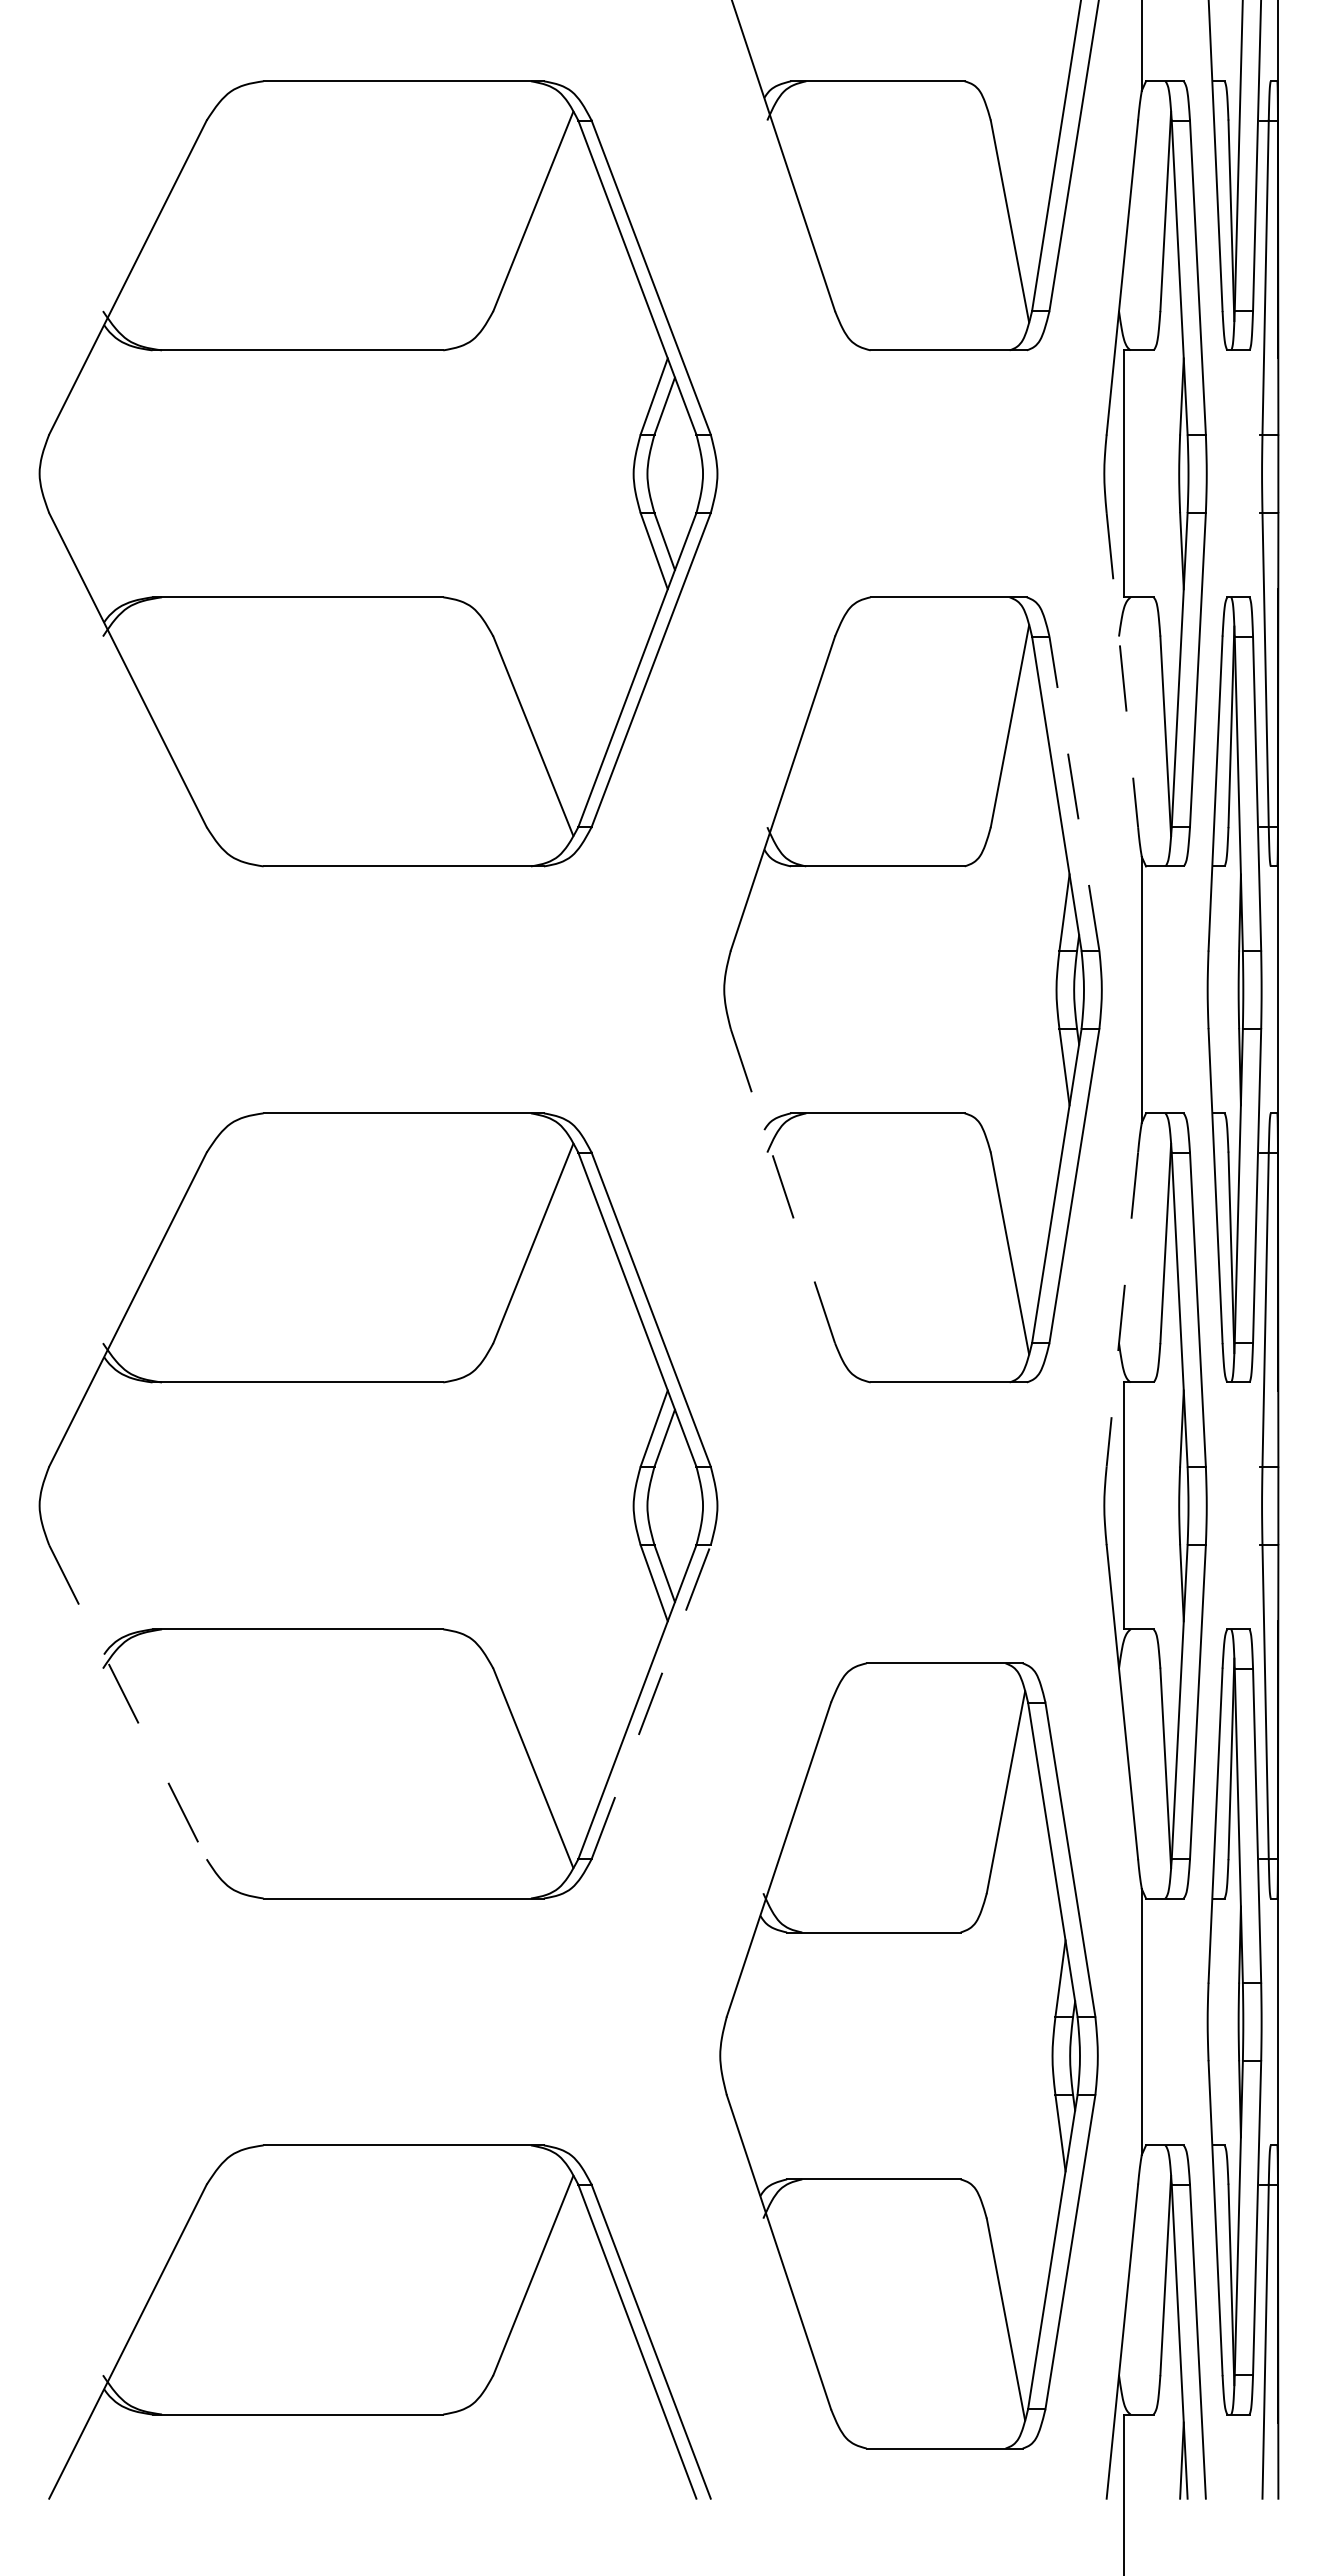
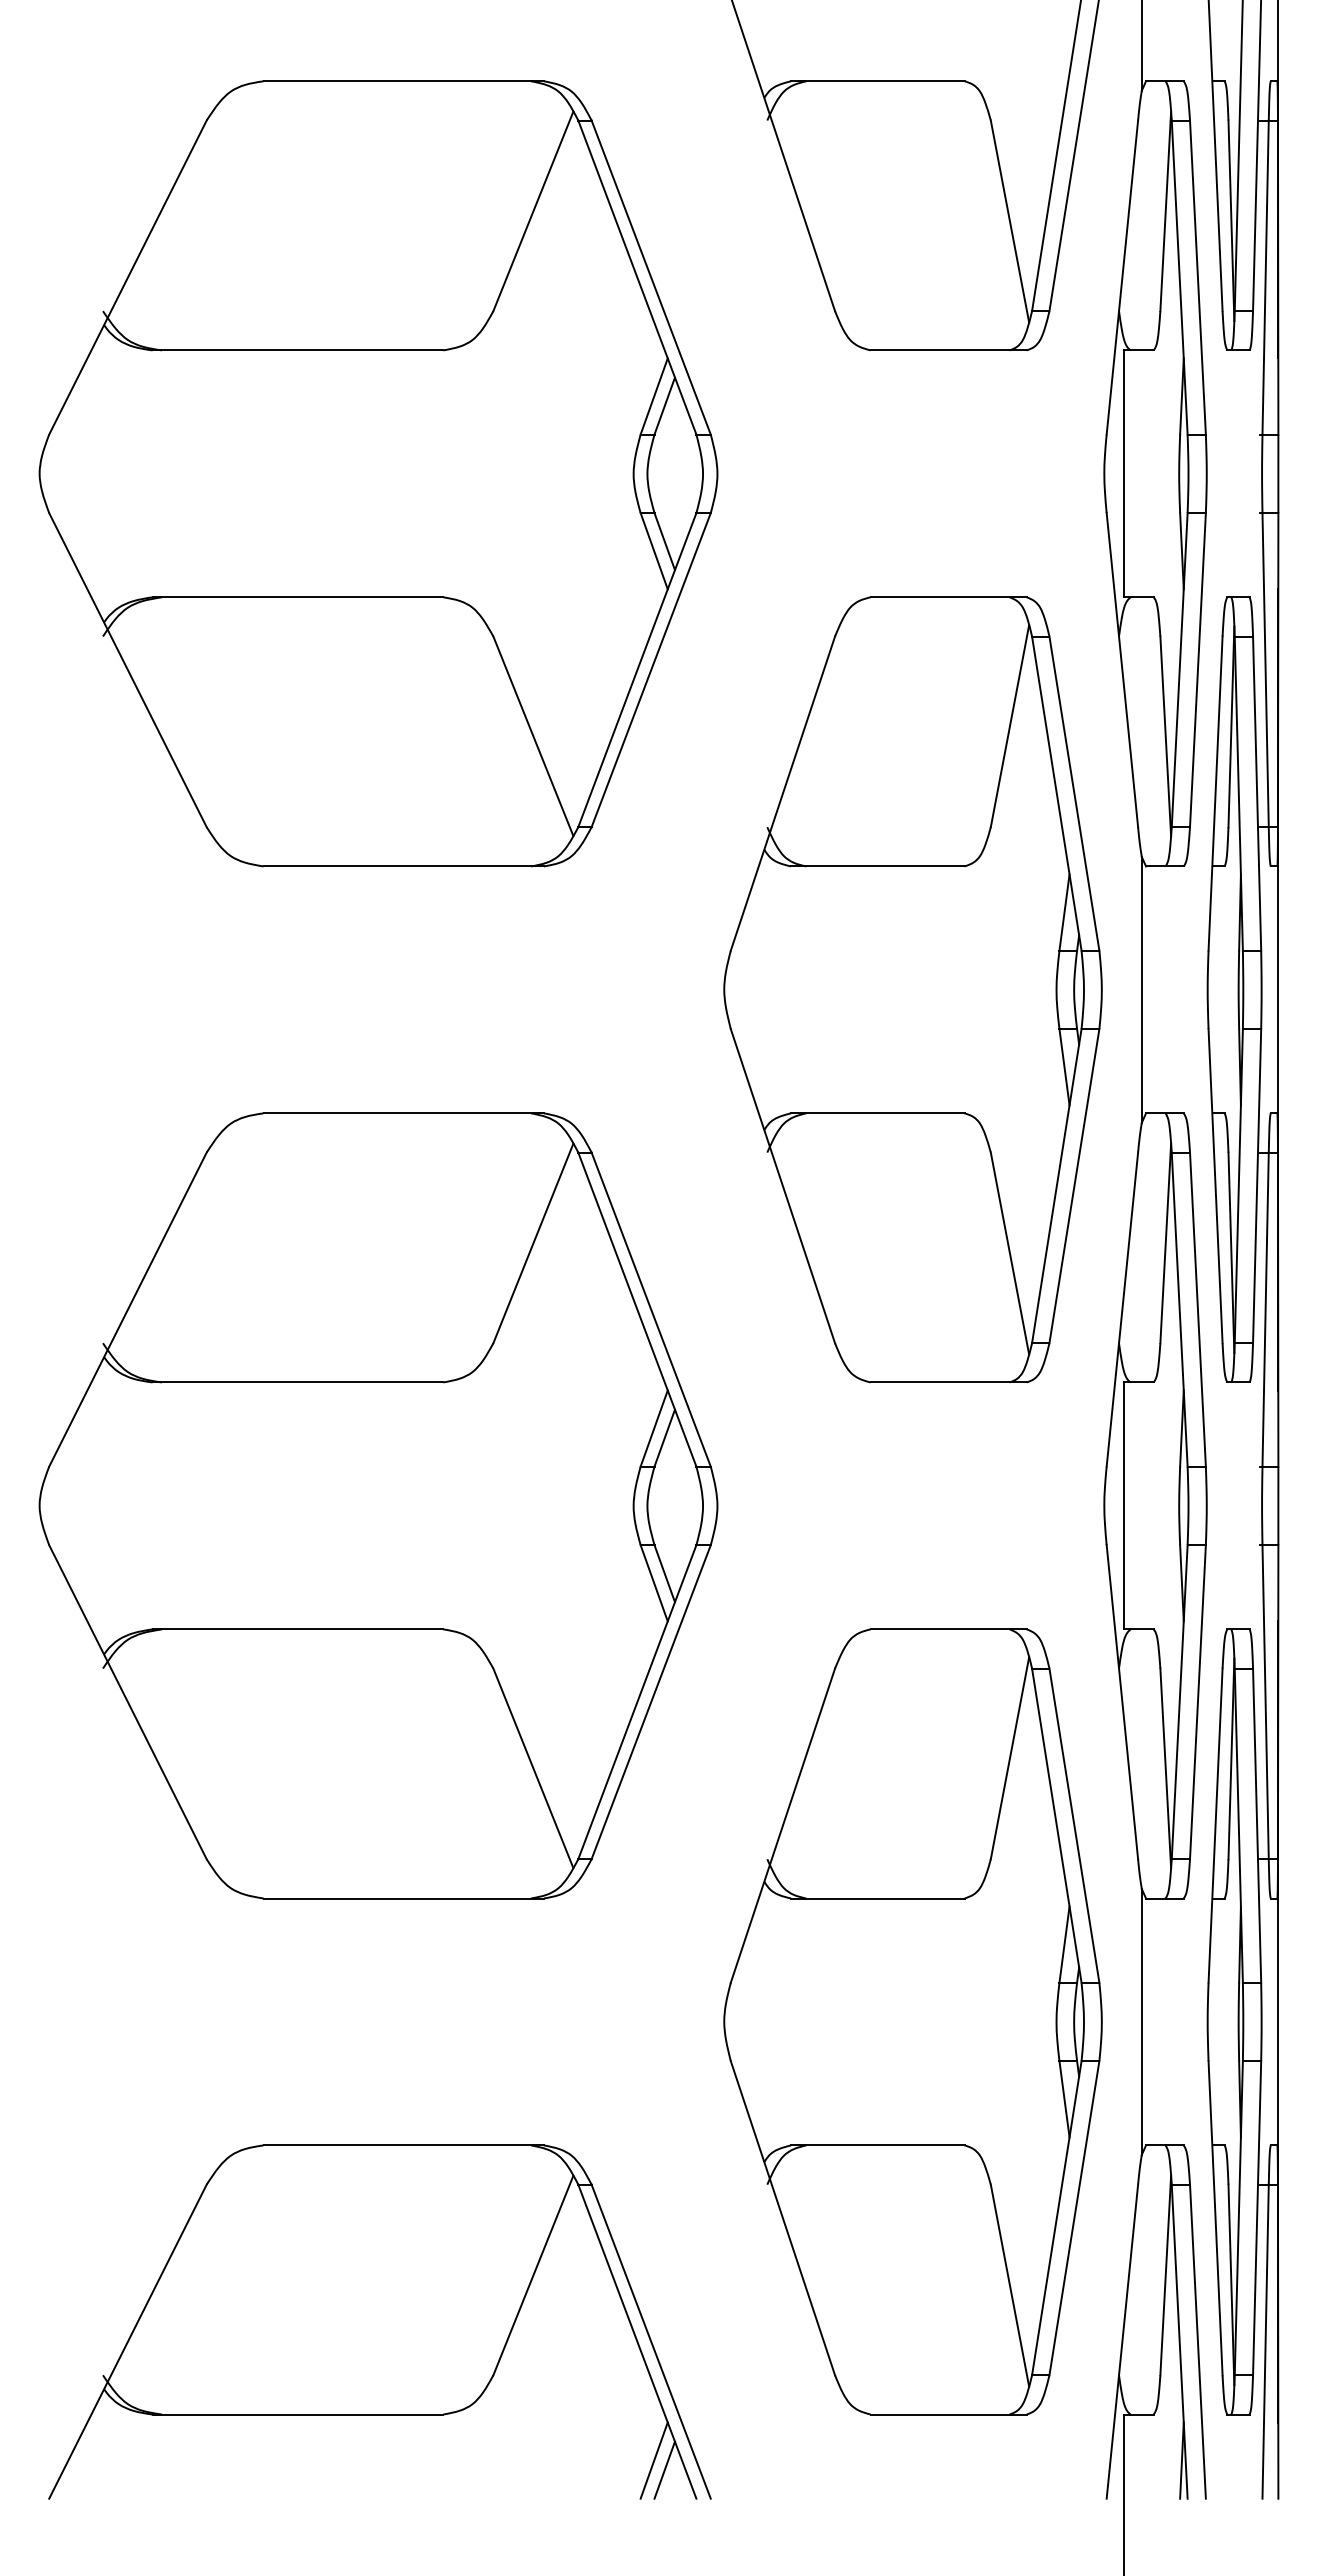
line at (1122, 670): dashed -> solid
line at (1074, 793): dashed -> solid
line at (783, 1186): dashed -> solid
line at (1122, 1309): dashed -> solid
line at (127, 1702): dashed -> solid
line at (651, 1702): dashed -> solid
part at (908, 2055) position: (908, 2055) -> (912, 2021)
line at (653, 2460): none -> present
line at (664, 2469): none -> present
